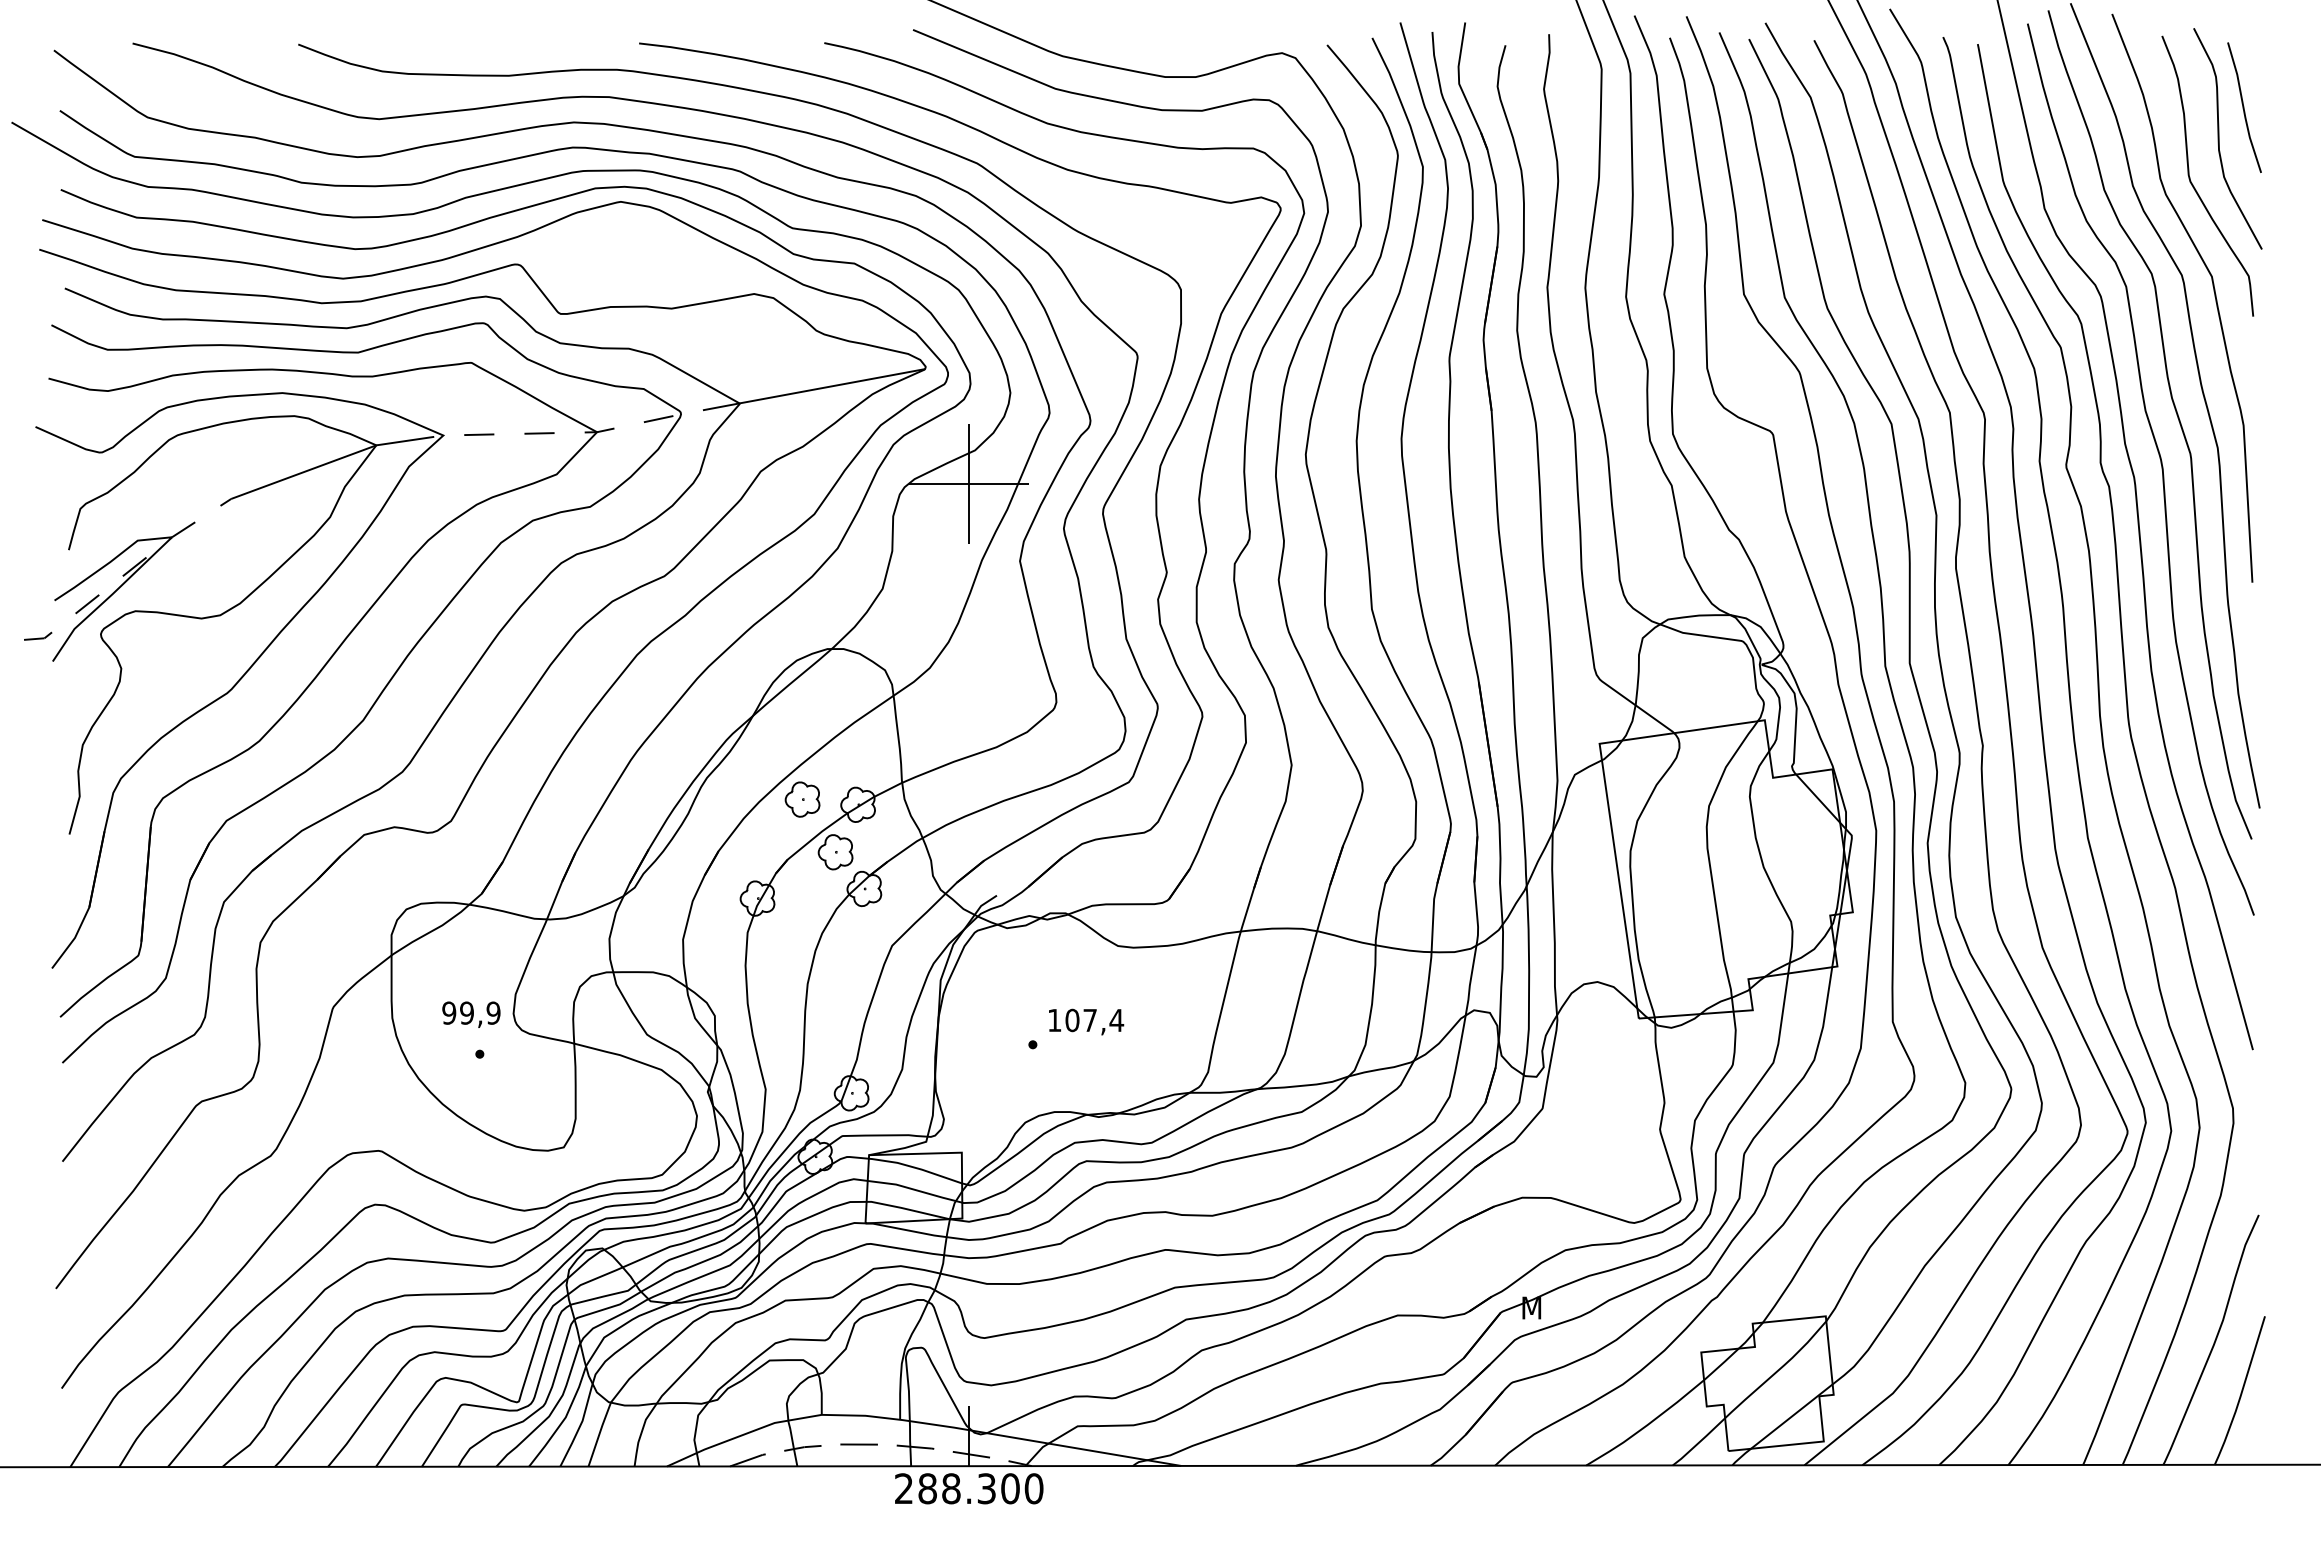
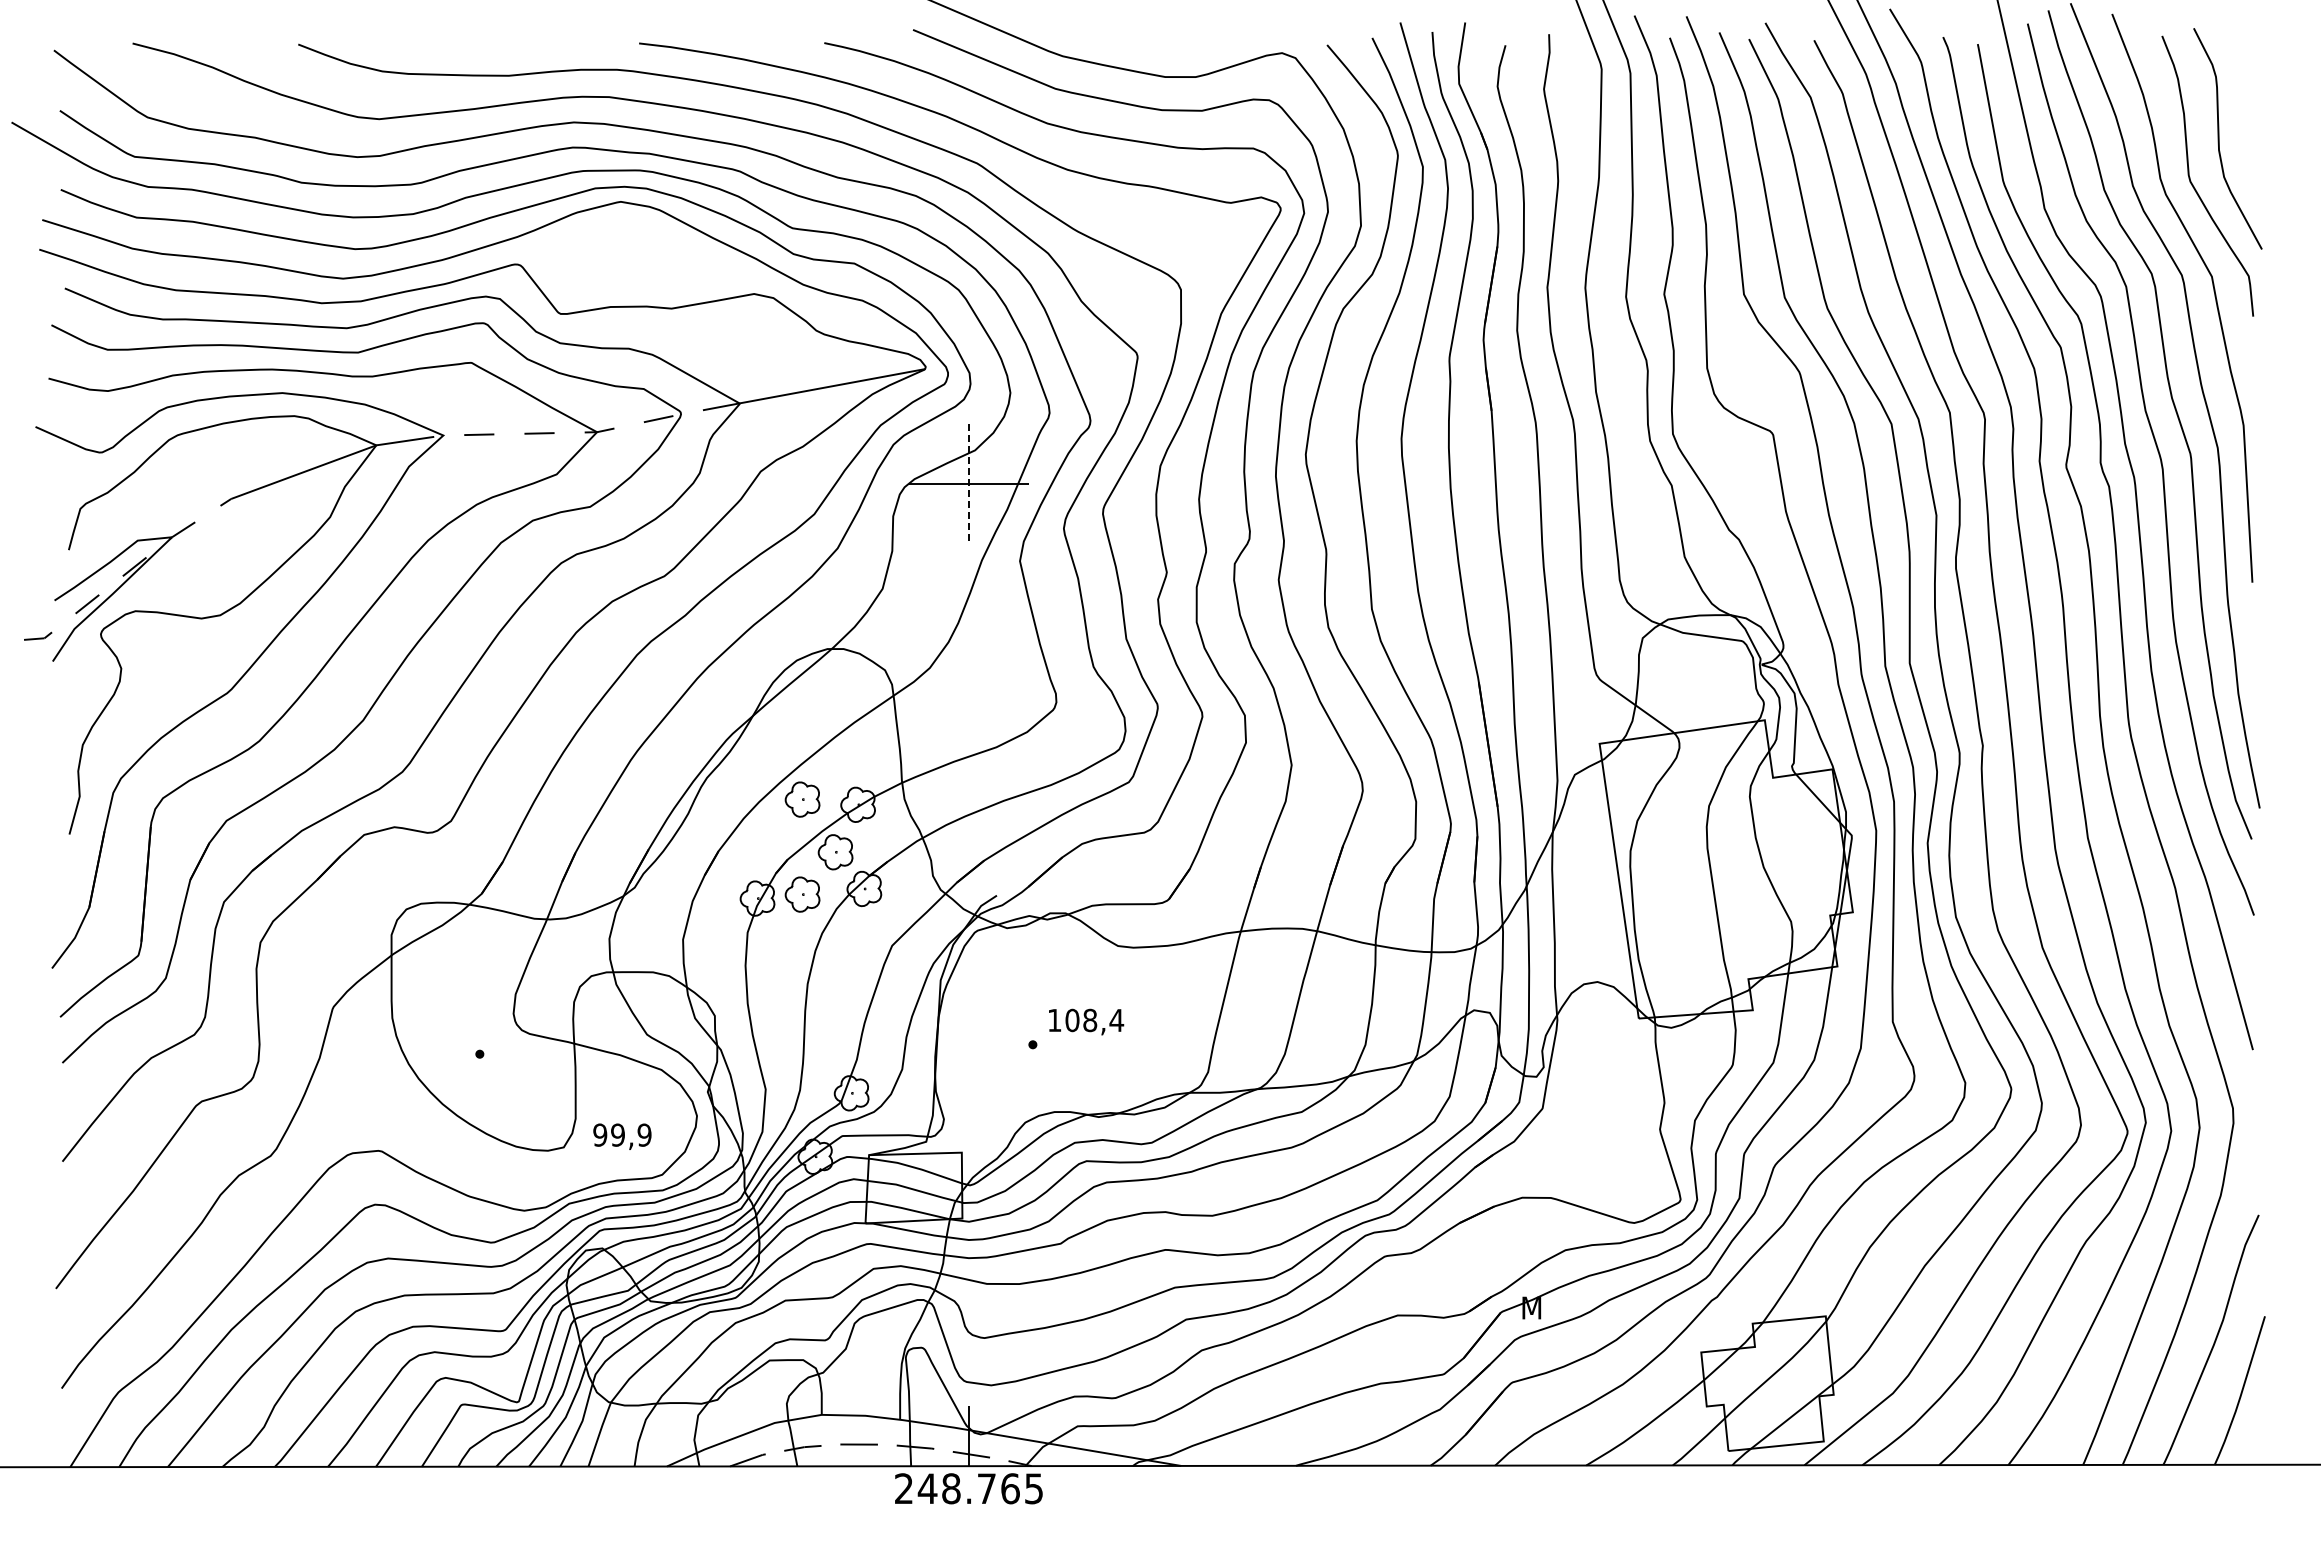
line at (2244, 107): present -> none
line at (969, 484): solid -> dashed
part at (802, 894): none -> present
text at (471, 1014) position: (471, 1014) -> (622, 1136)
text at (1090, 1020): 107,4 -> 108,4
text at (980, 1488): 288.300 -> 248.765
